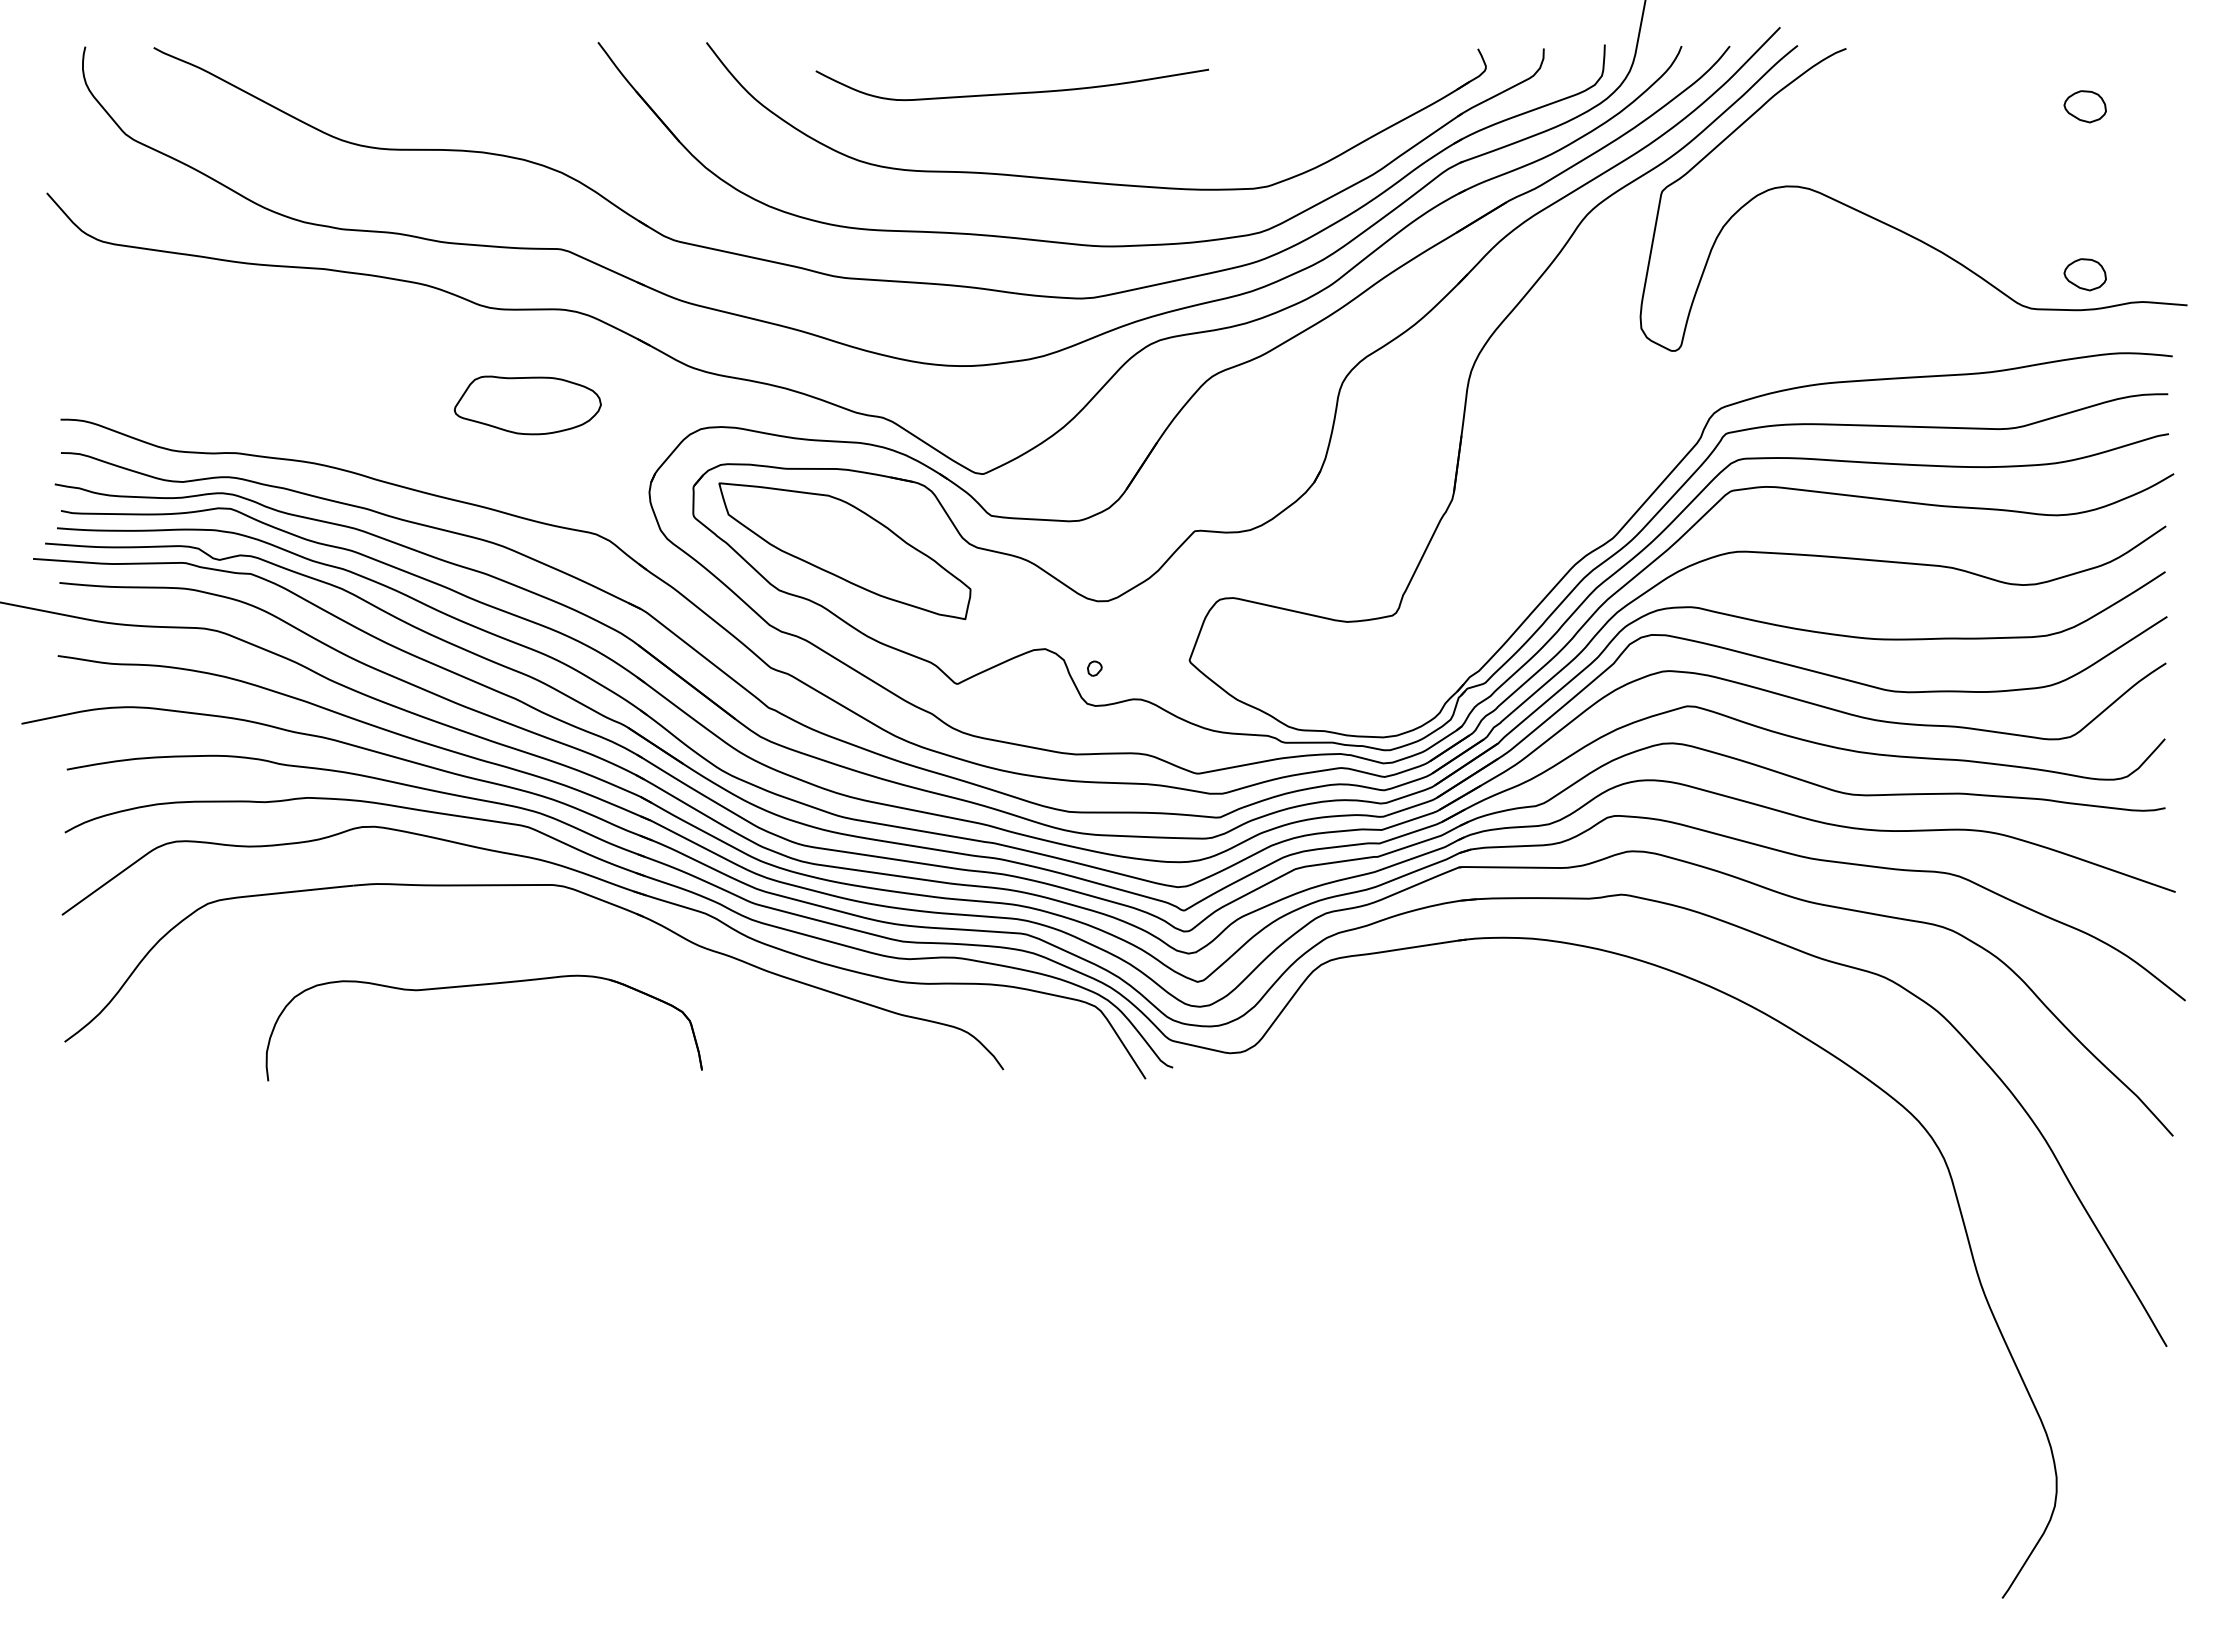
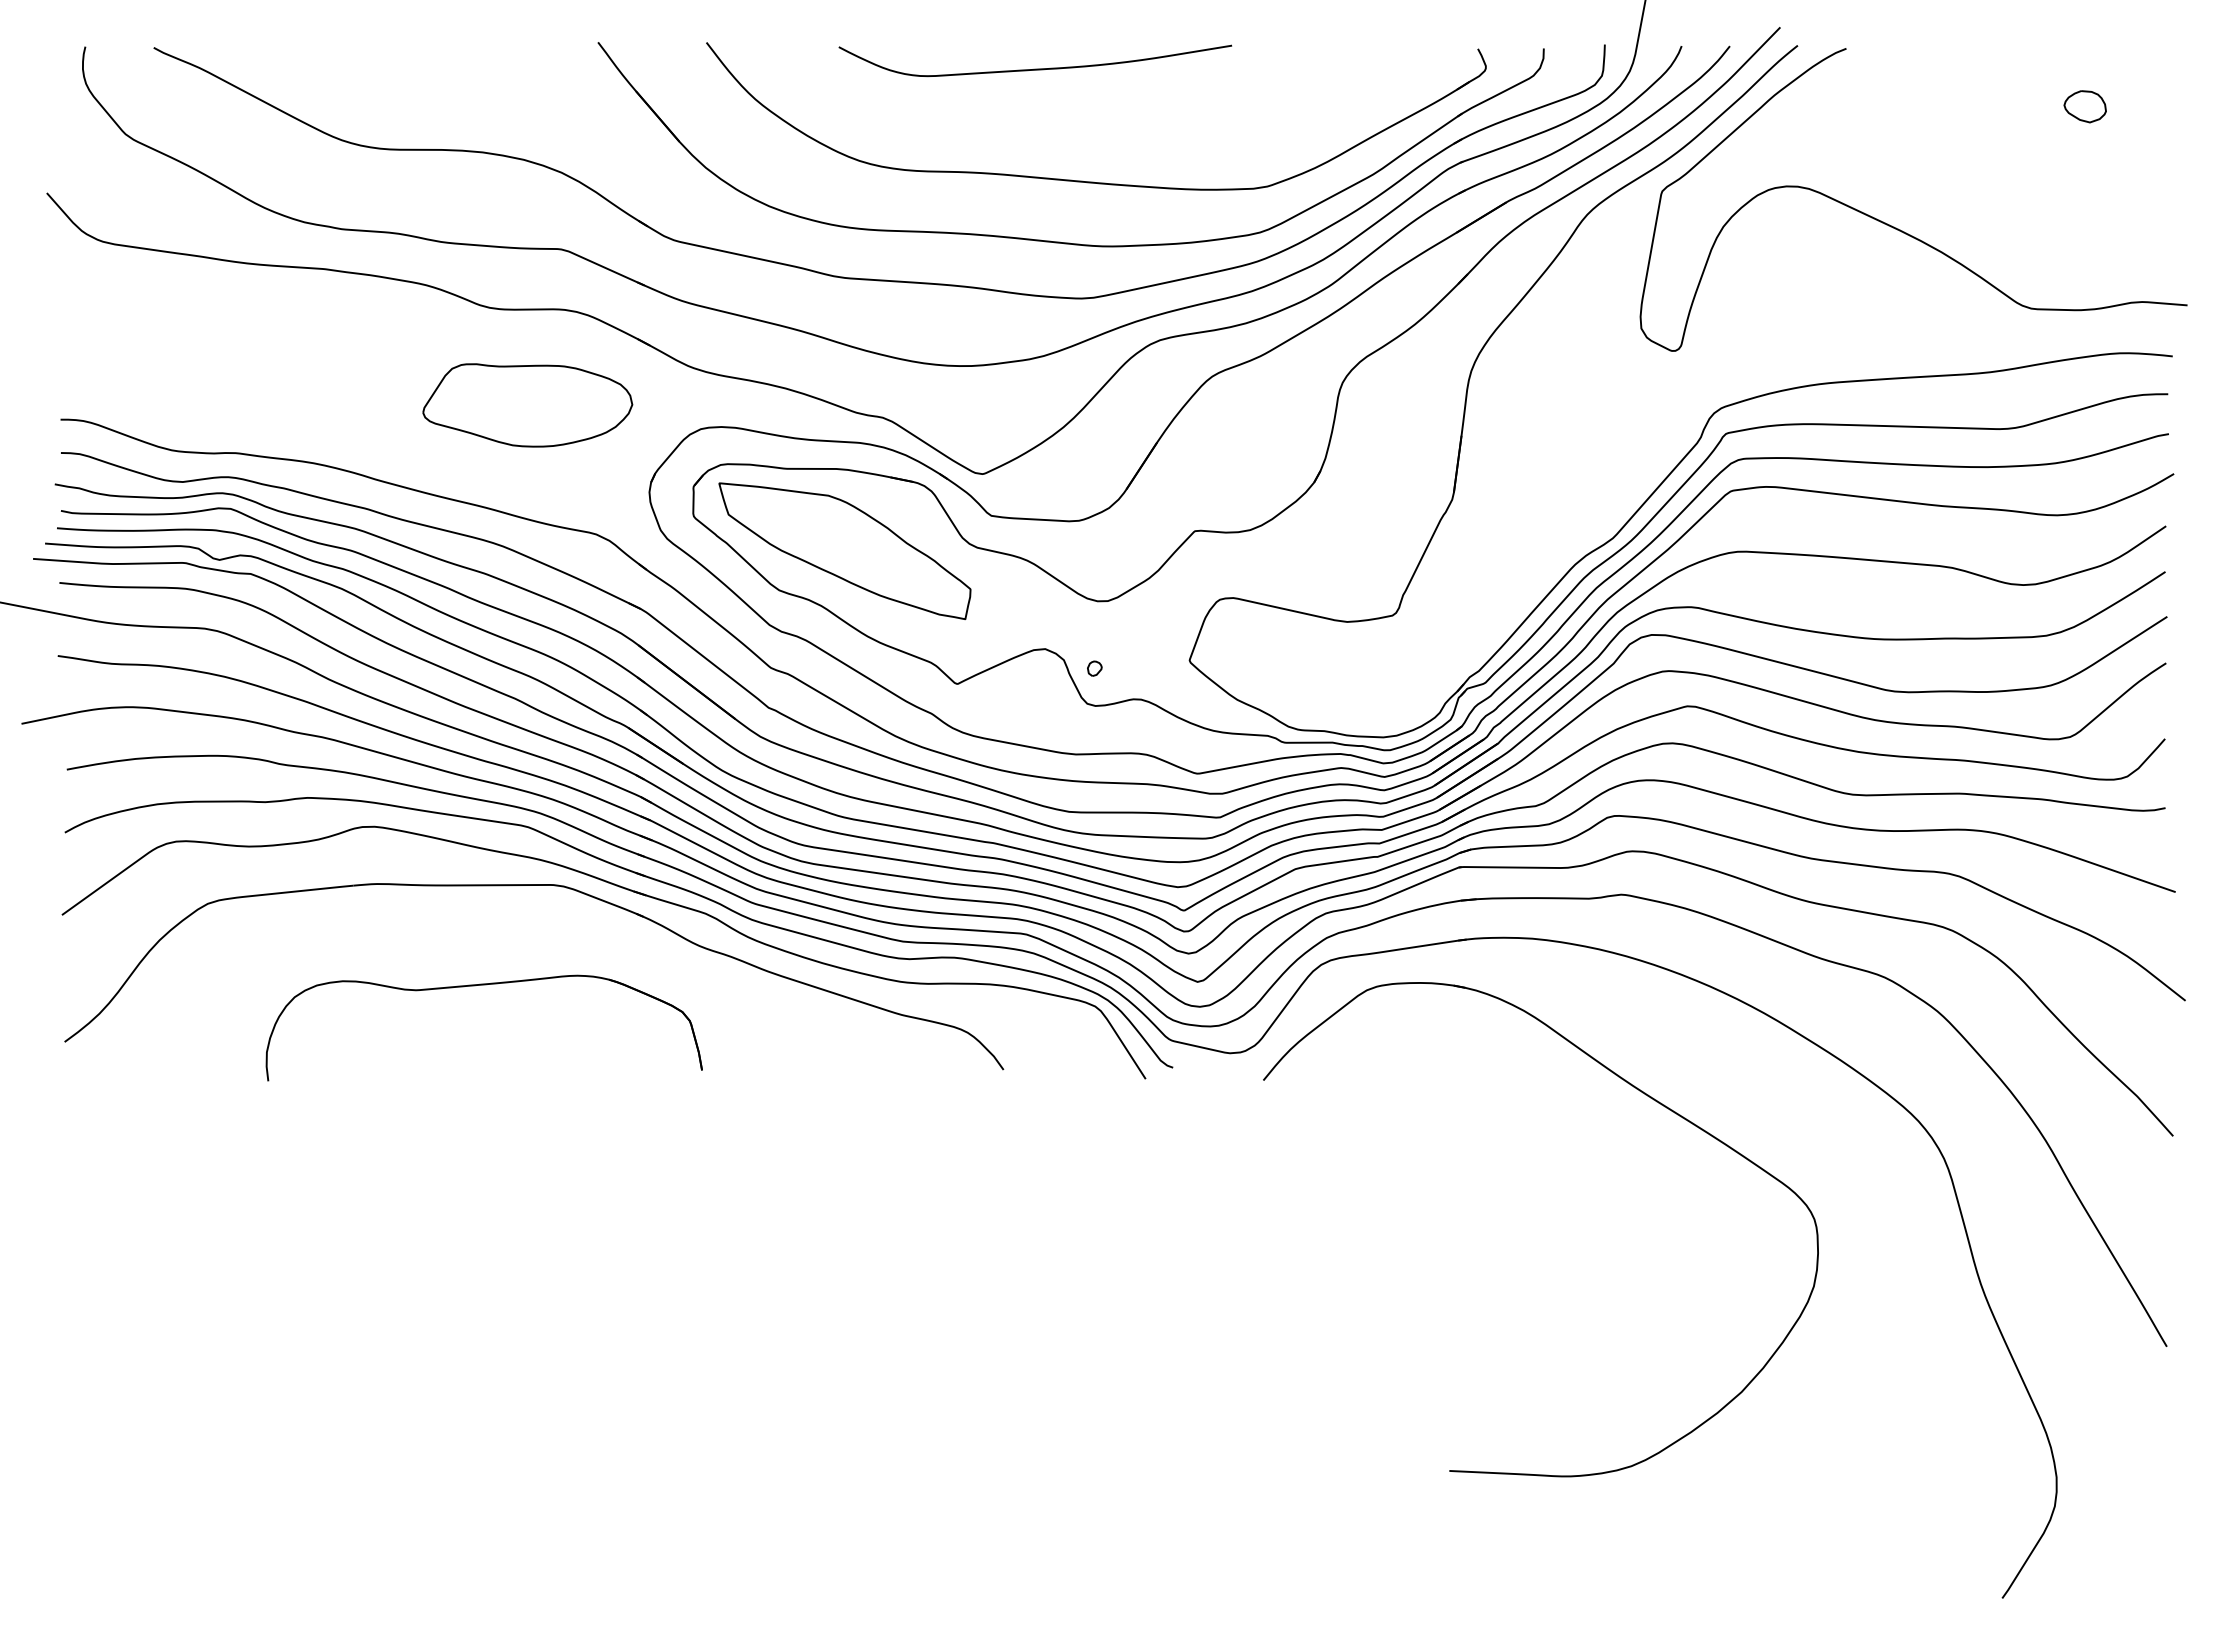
curve at (1012, 92) position: (1012, 92) -> (1035, 68)
part at (2084, 274): present -> none
part at (527, 405) size: 149x61 px -> 212x85 px
part at (1633, 1087): none -> present
